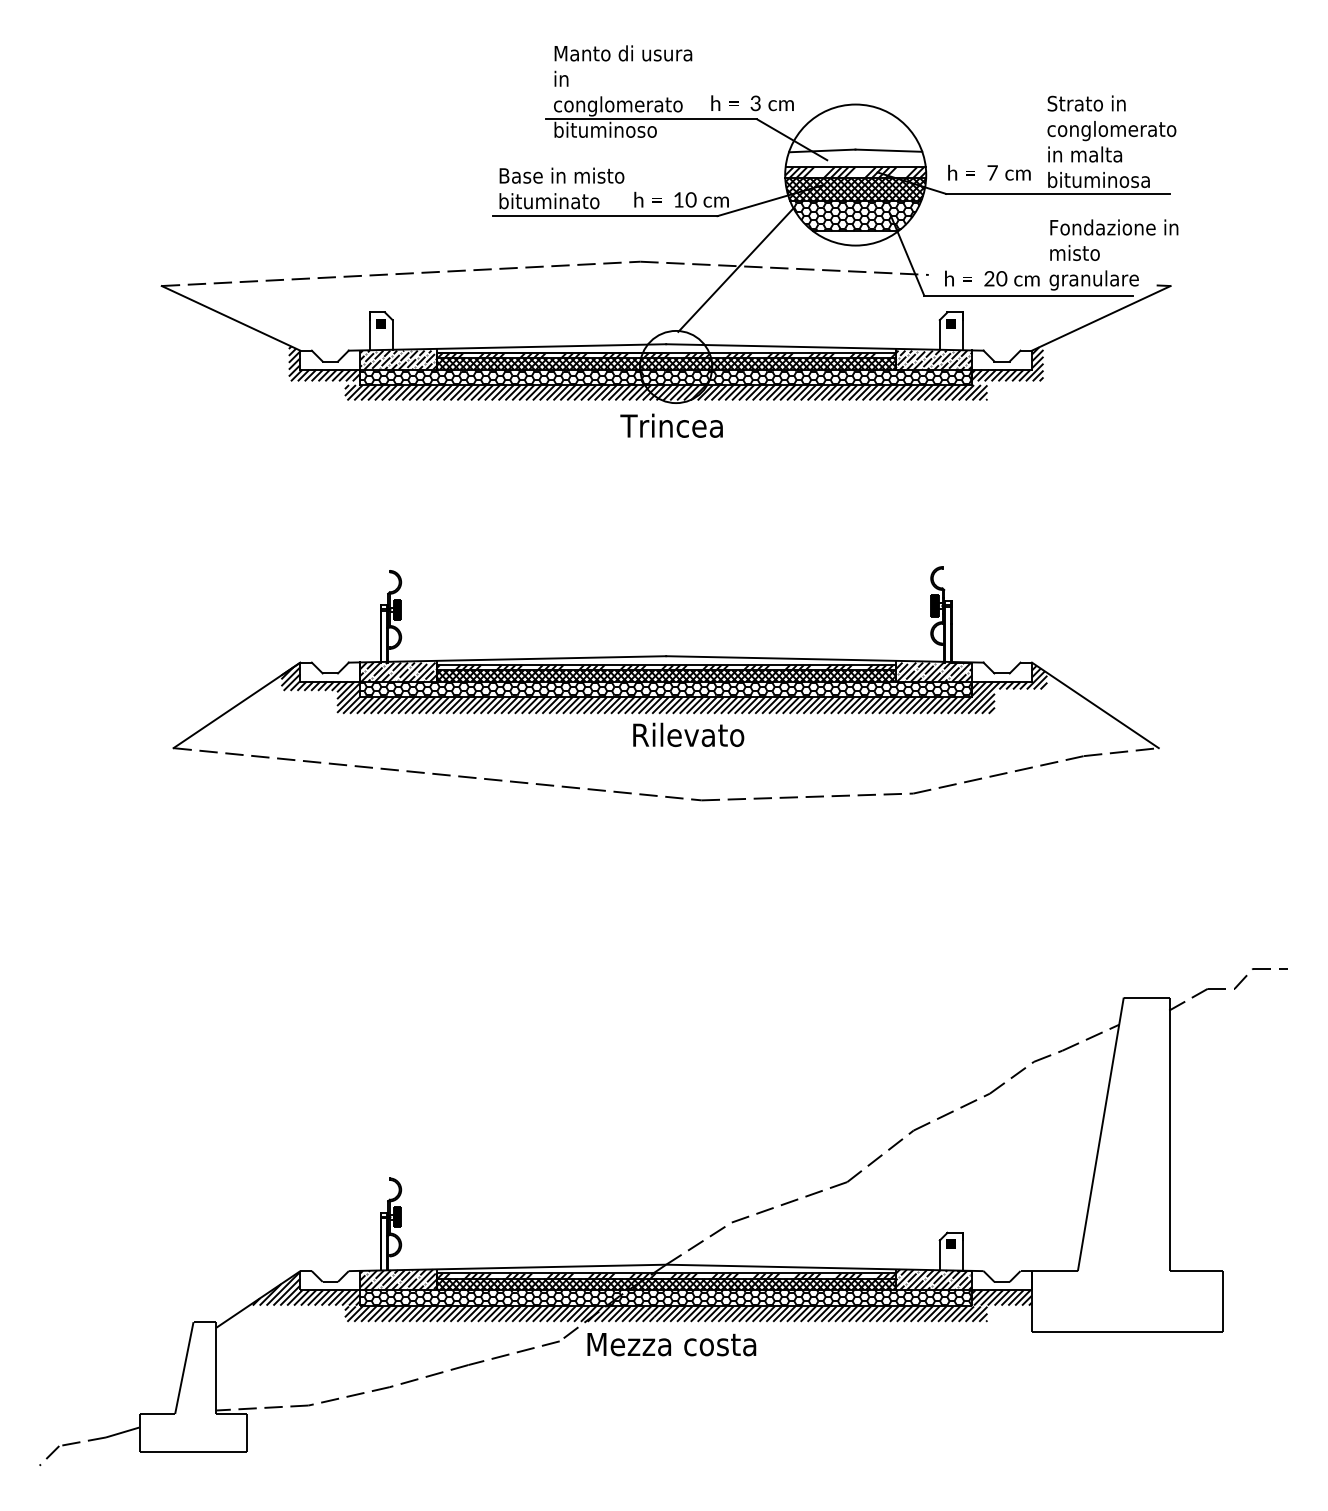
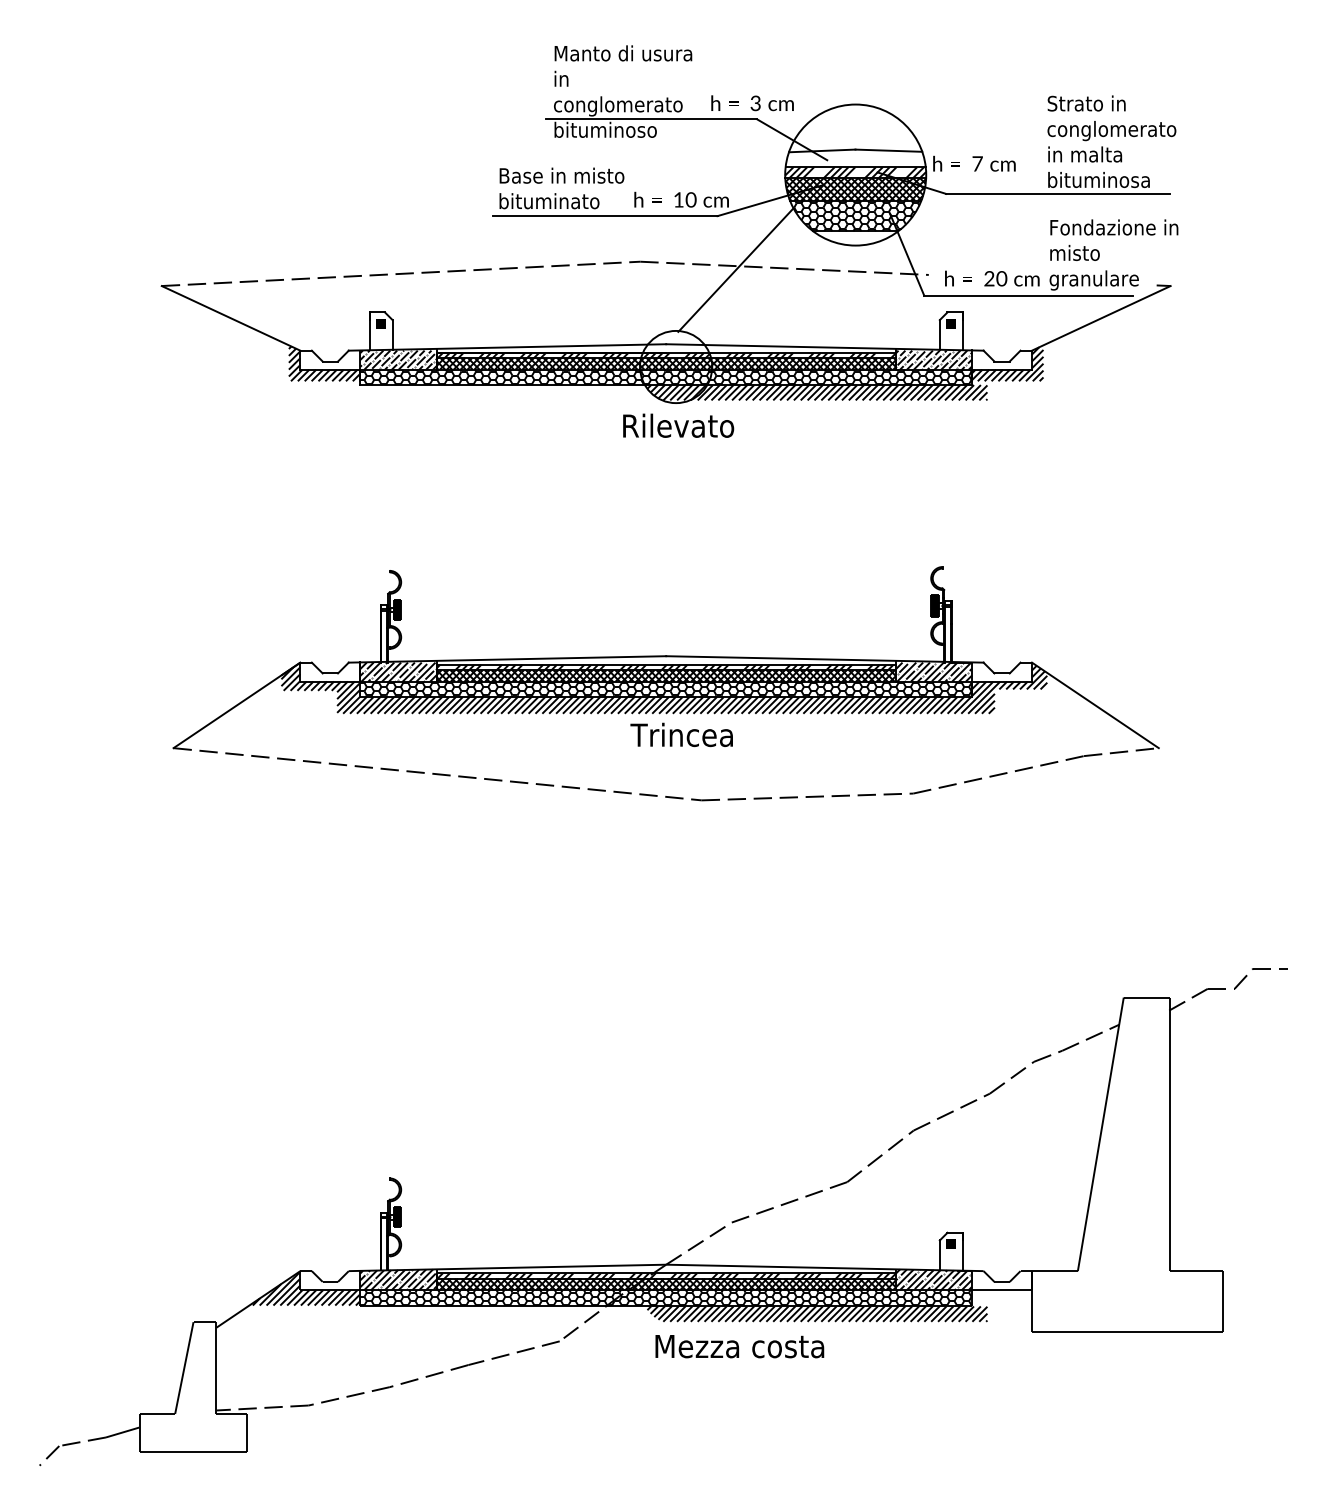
text at (989, 172) position: (989, 172) -> (974, 163)
hatch at (501, 392): present -> none
text at (677, 425): Trincea -> Rilevato
text at (687, 734): Rilevato -> Trincea
hatch at (1002, 1297): present -> none
hatch at (501, 1313): present -> none
text at (671, 1344) position: (671, 1344) -> (739, 1346)
